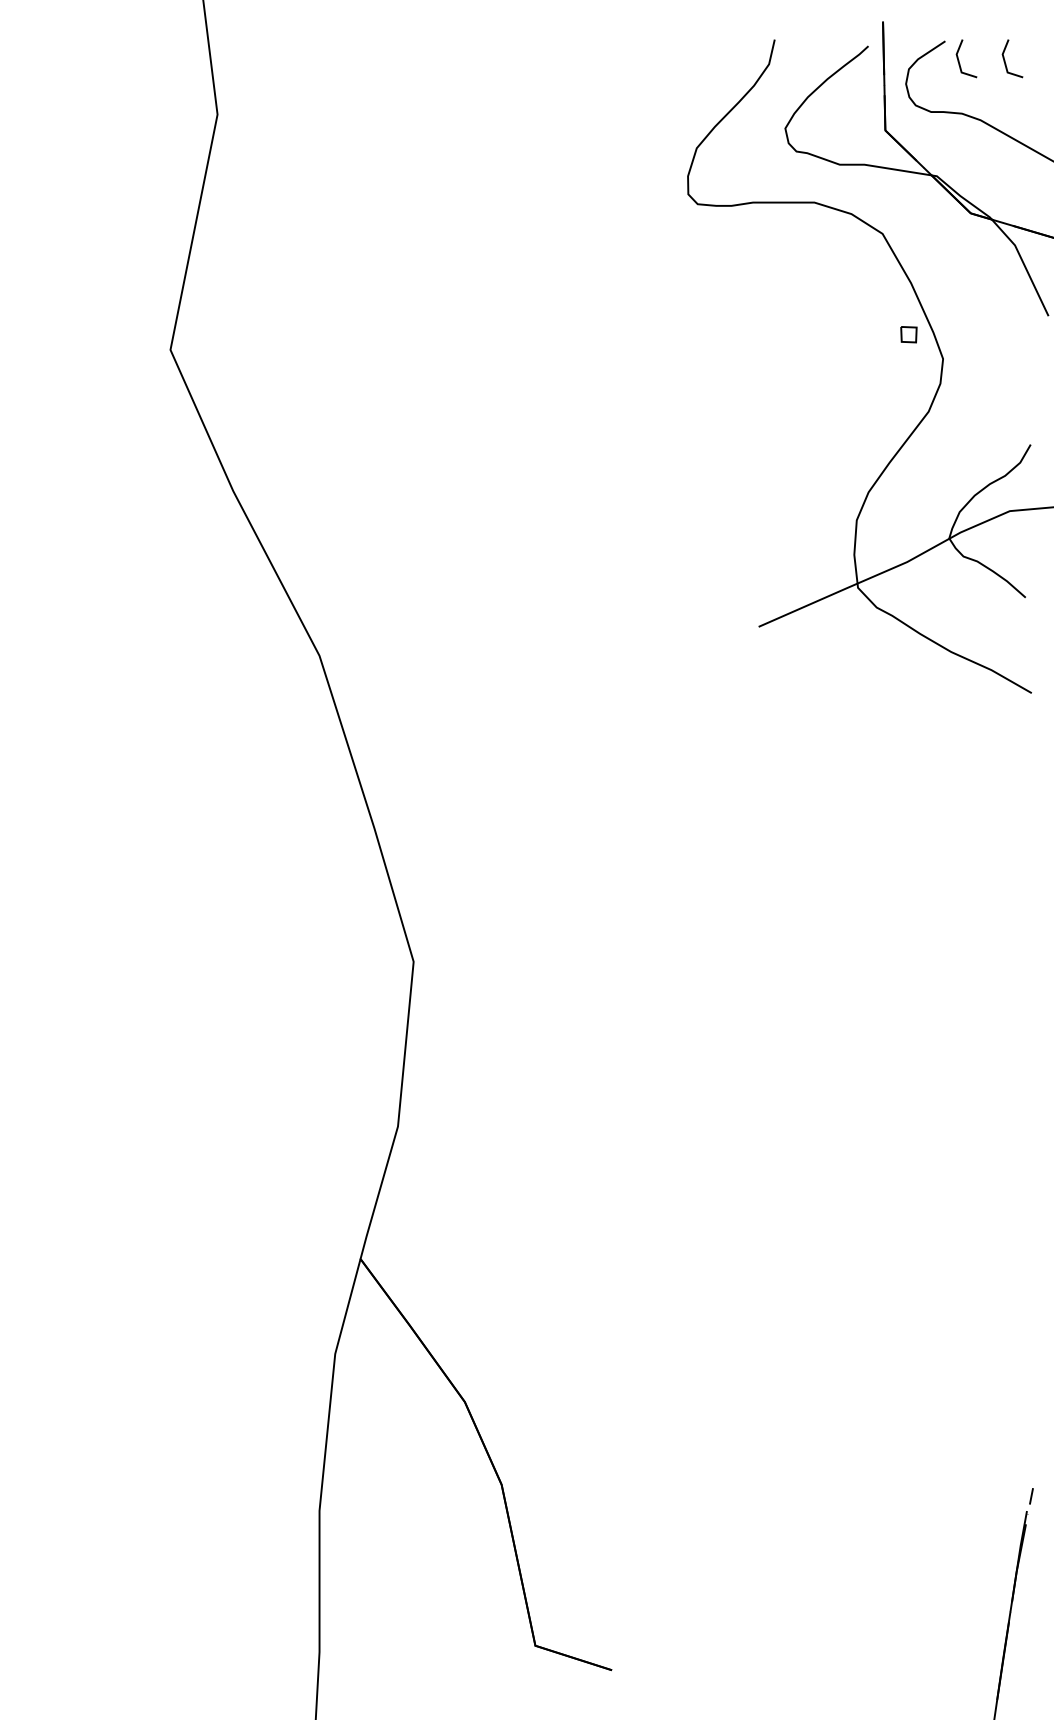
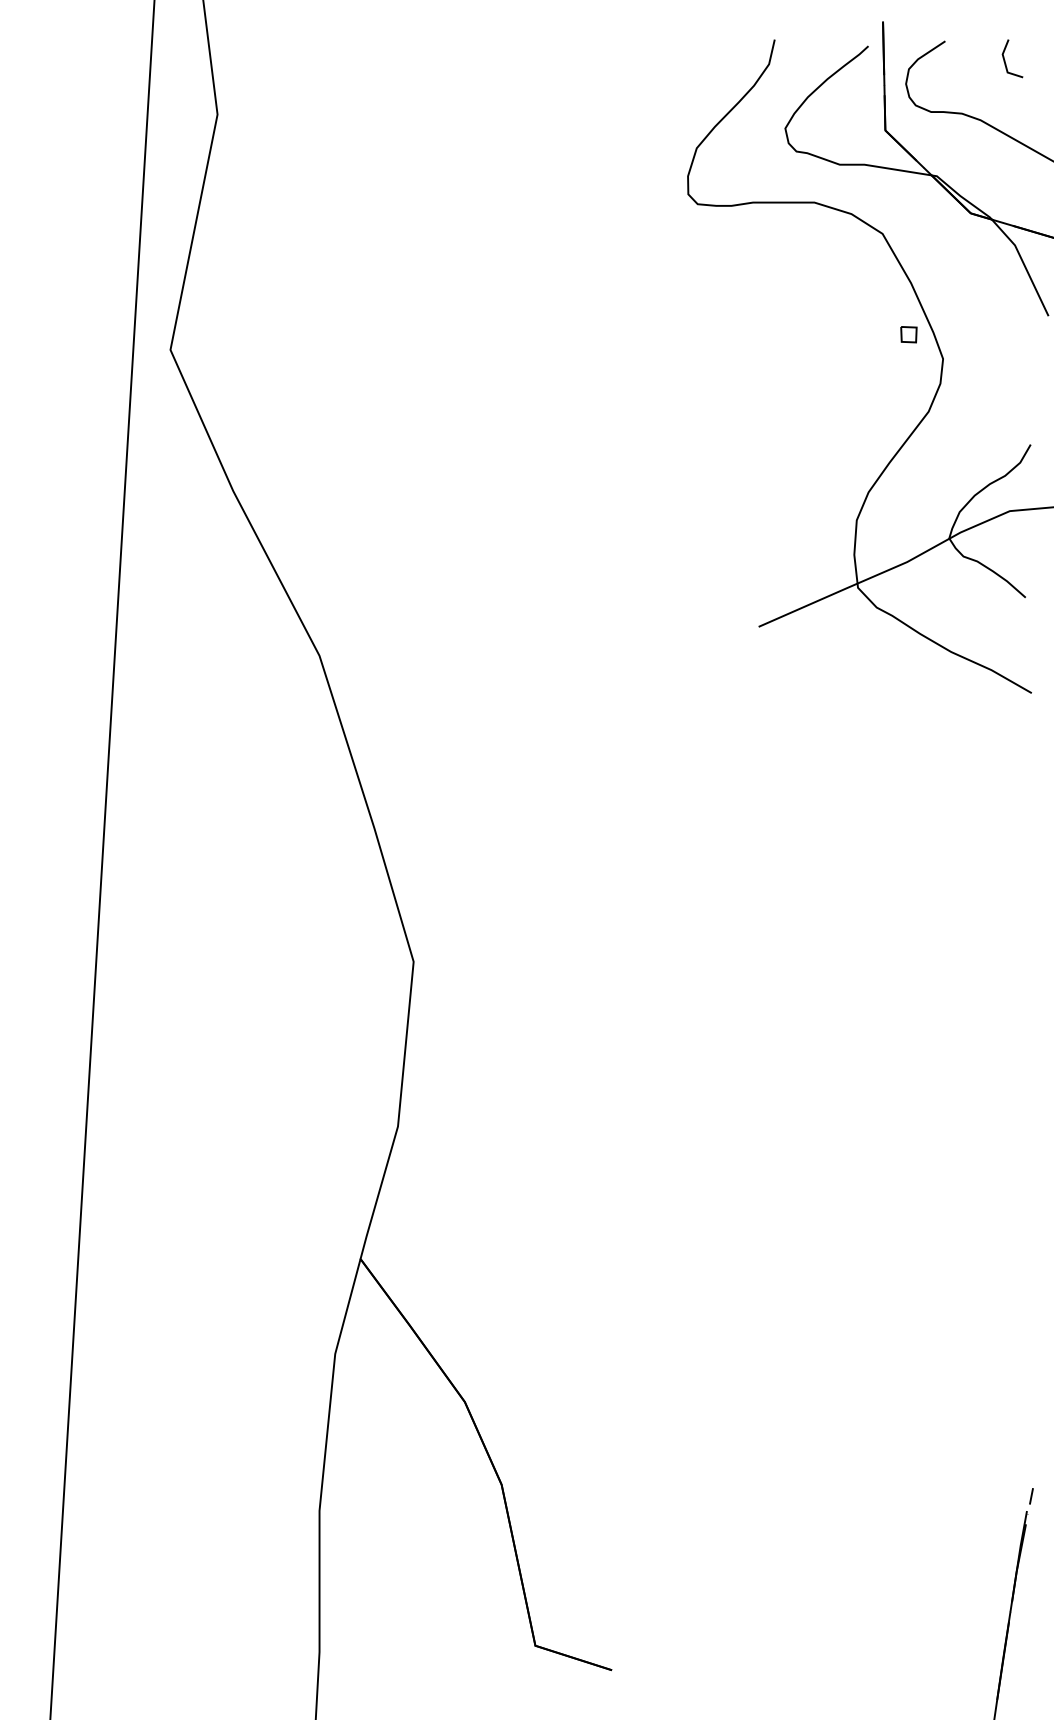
line at (959, 60): present -> none
line at (102, 859): none -> present
